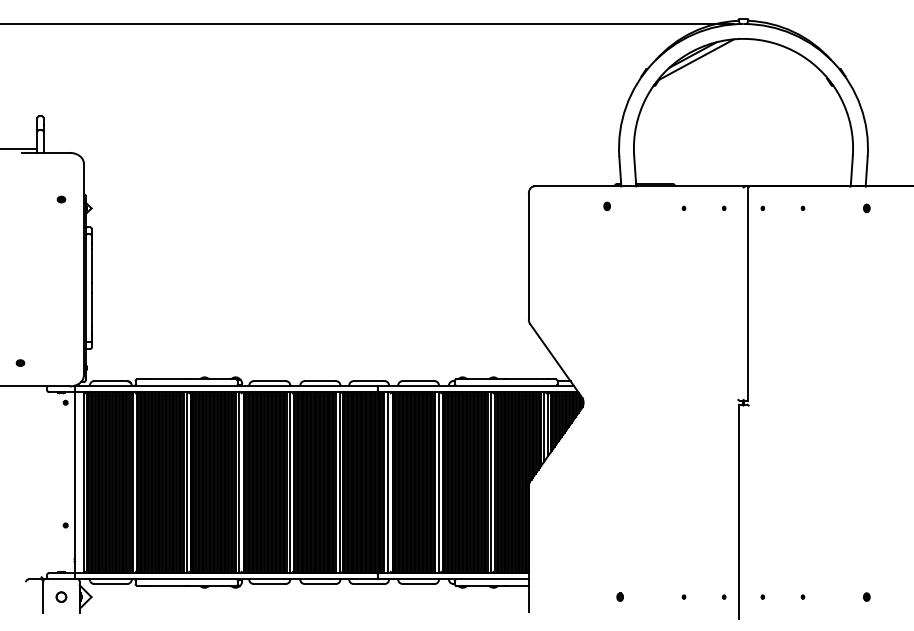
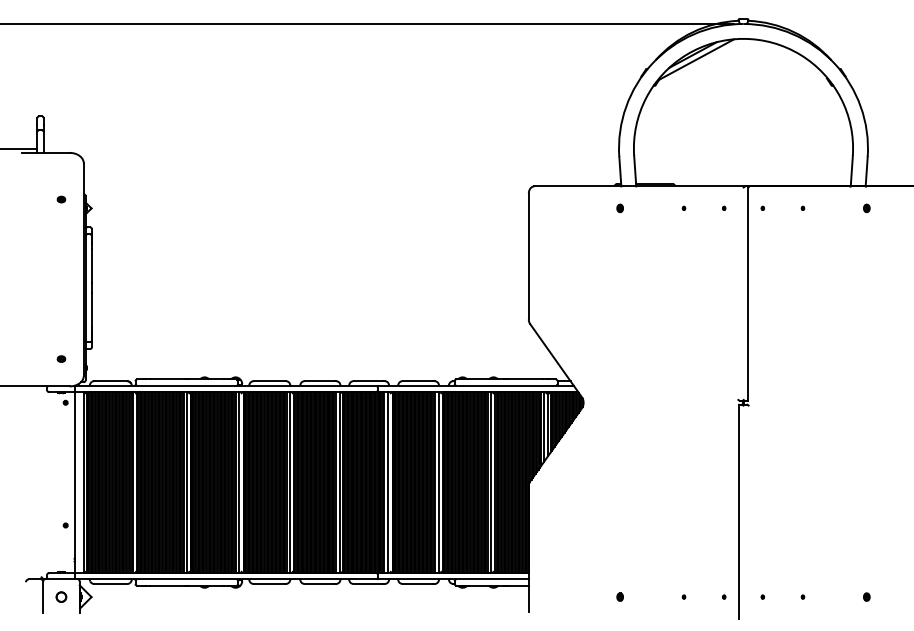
part at (606, 206) position: (606, 206) -> (619, 208)
part at (20, 362) position: (20, 362) -> (61, 358)
